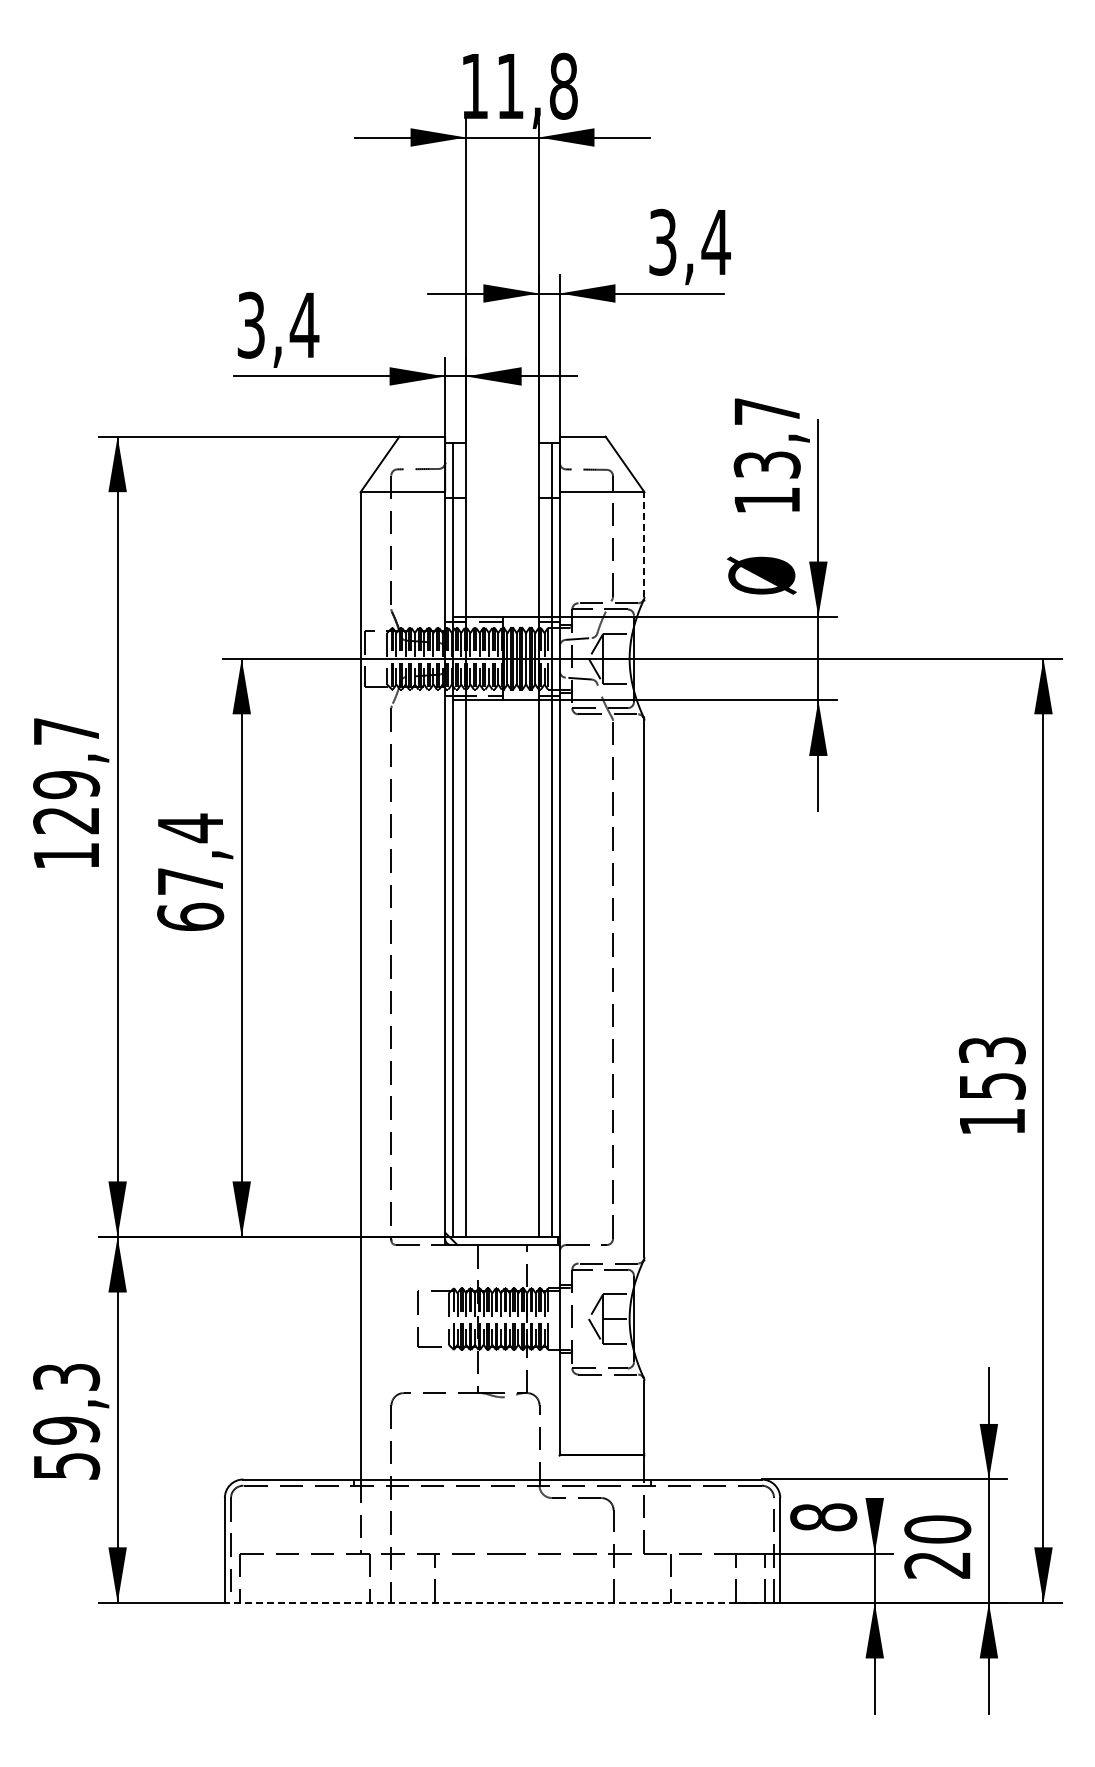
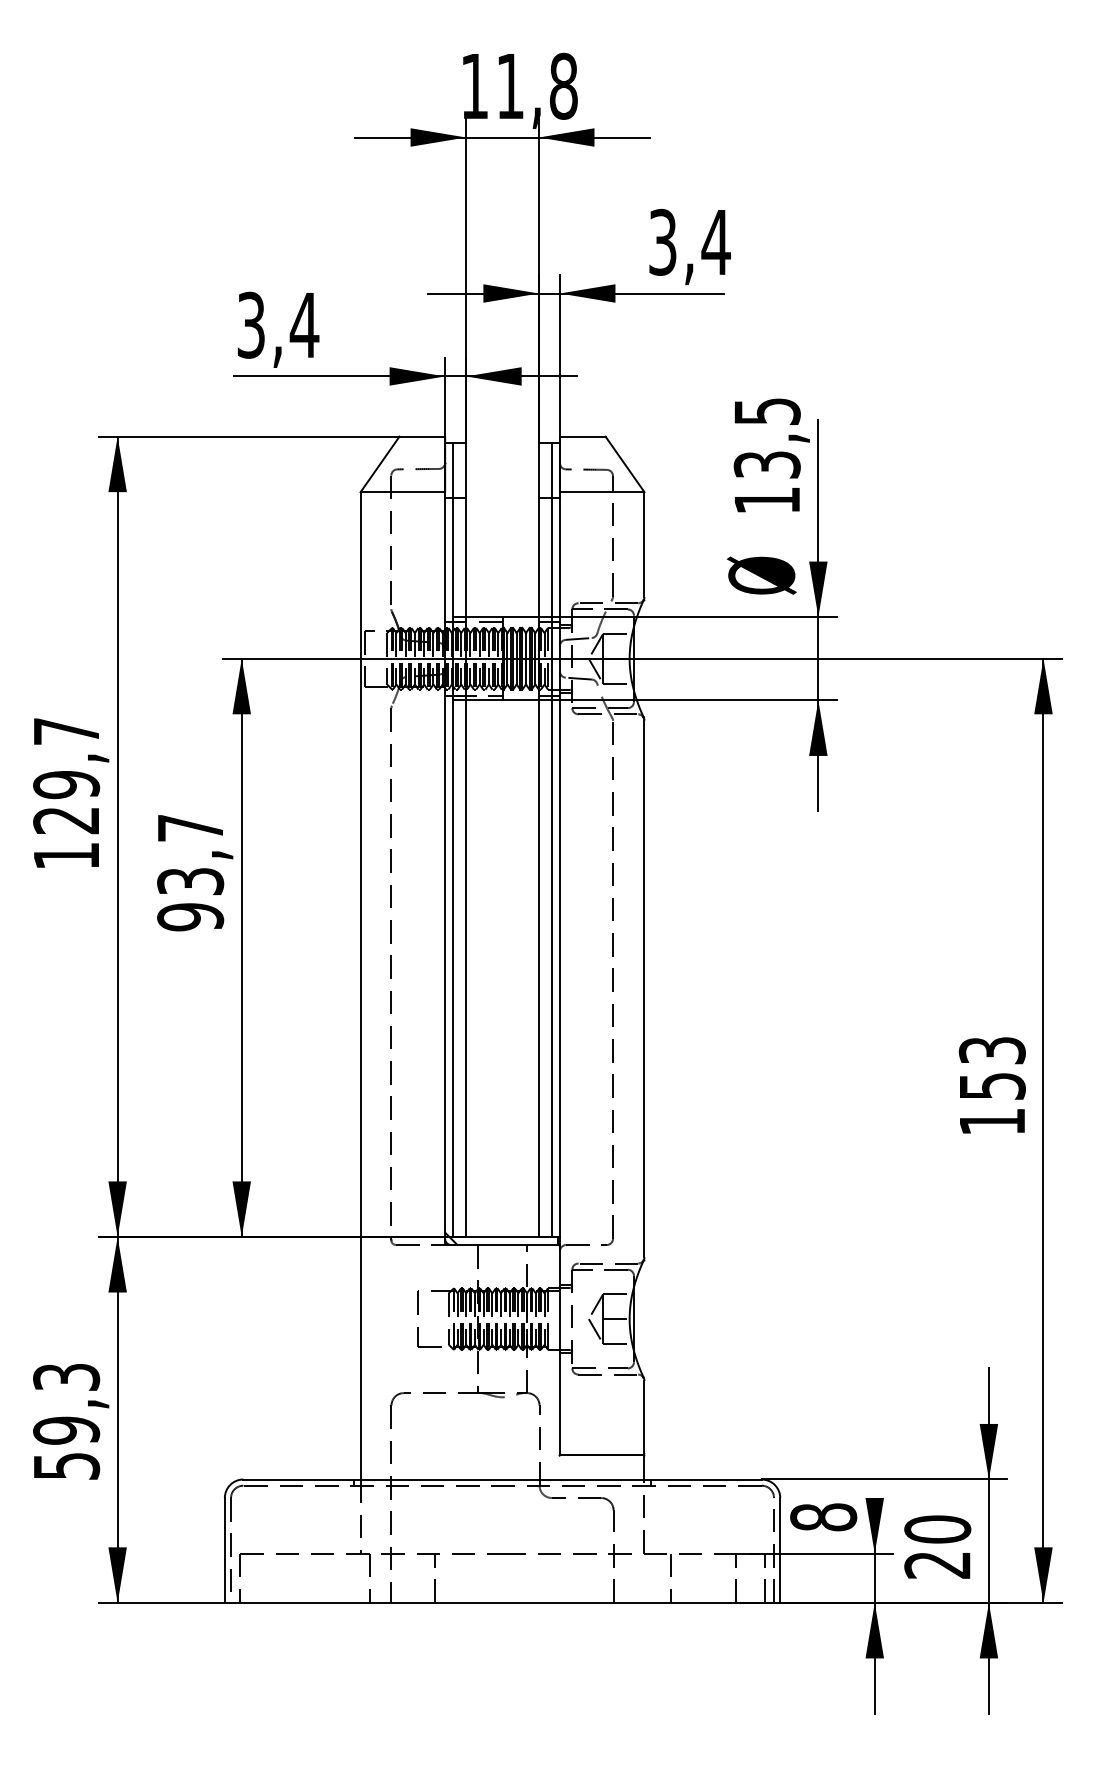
text at (767, 411): 13,7 -> 13,5
line at (644, 544): dashed -> solid
text at (190, 872): 67,4 -> 93,7
line at (502, 1602): dashed -> solid
